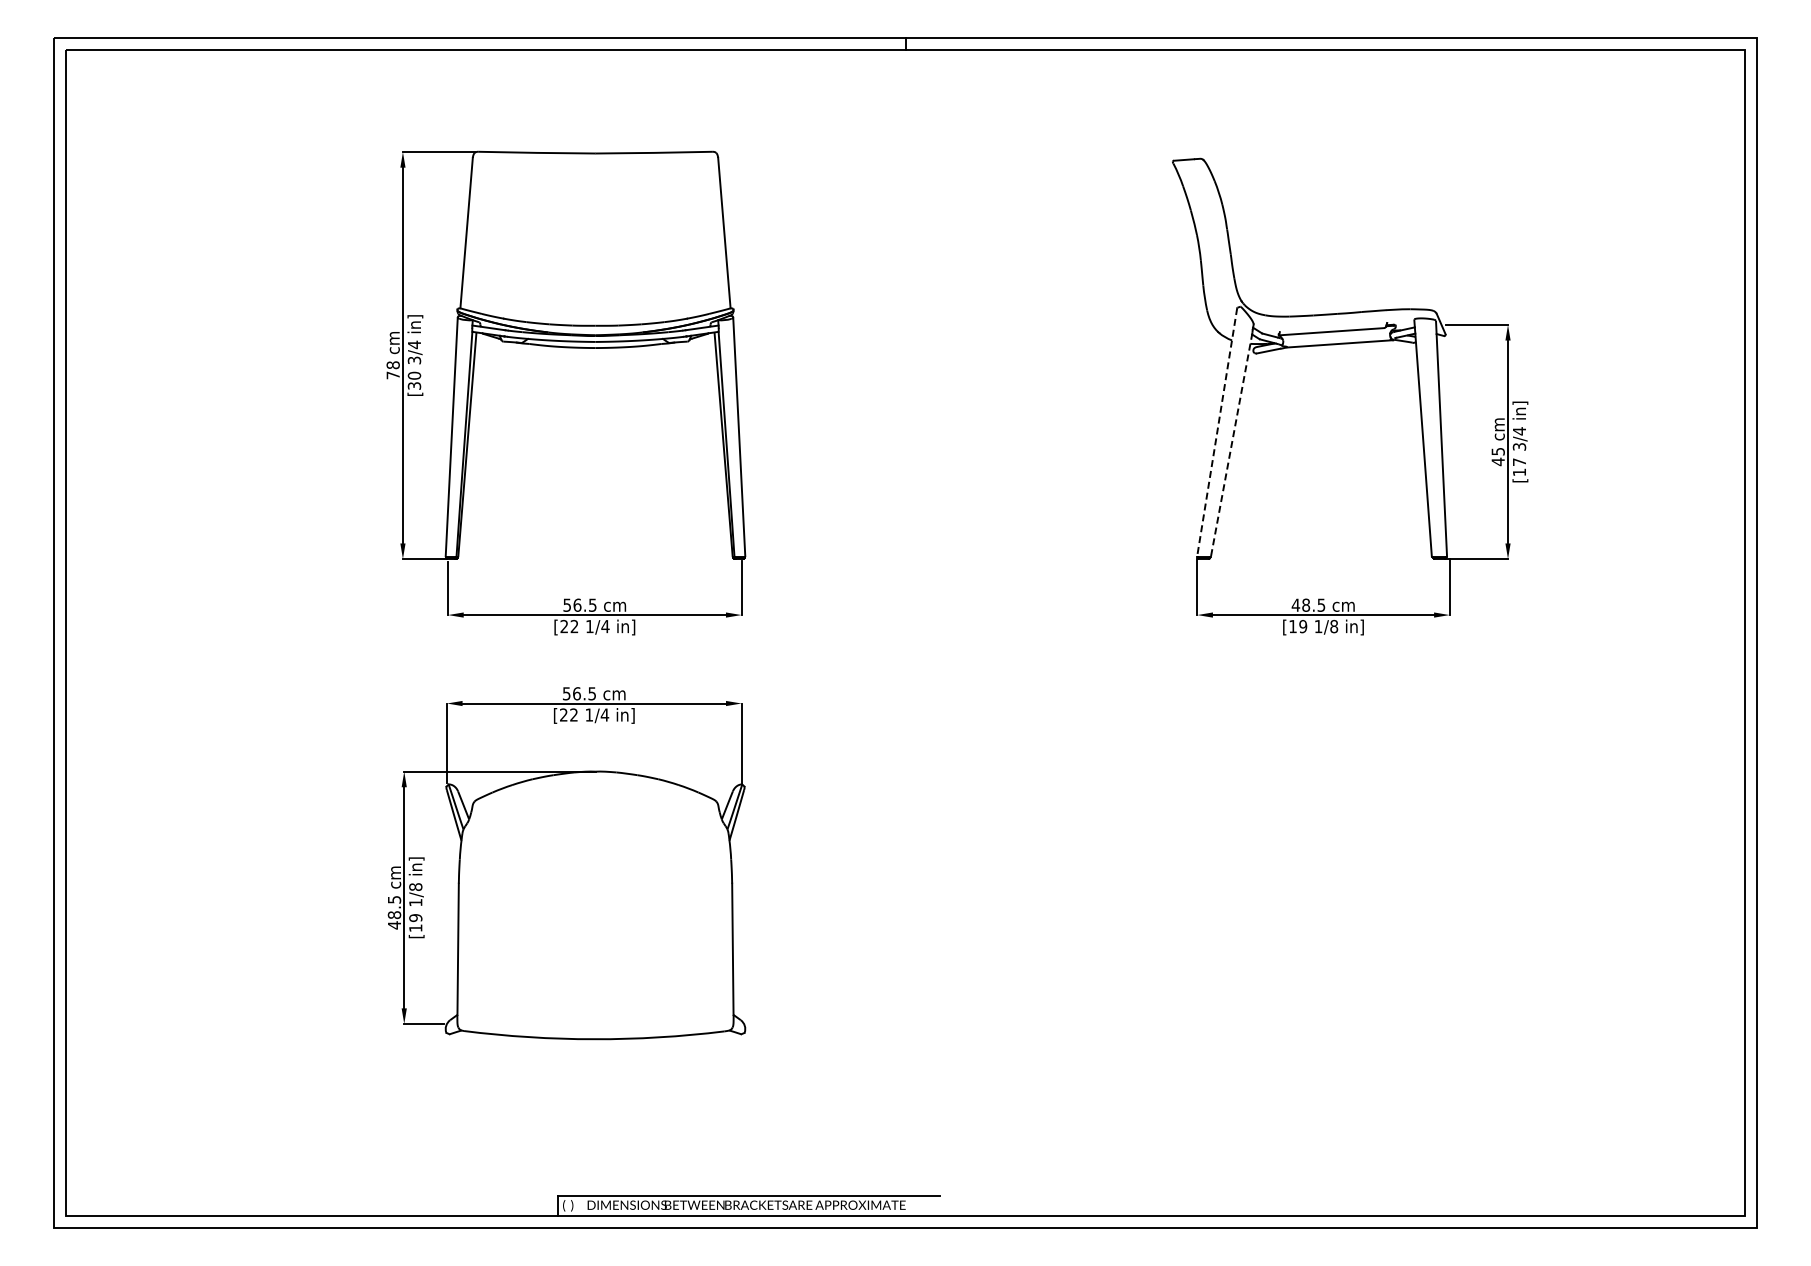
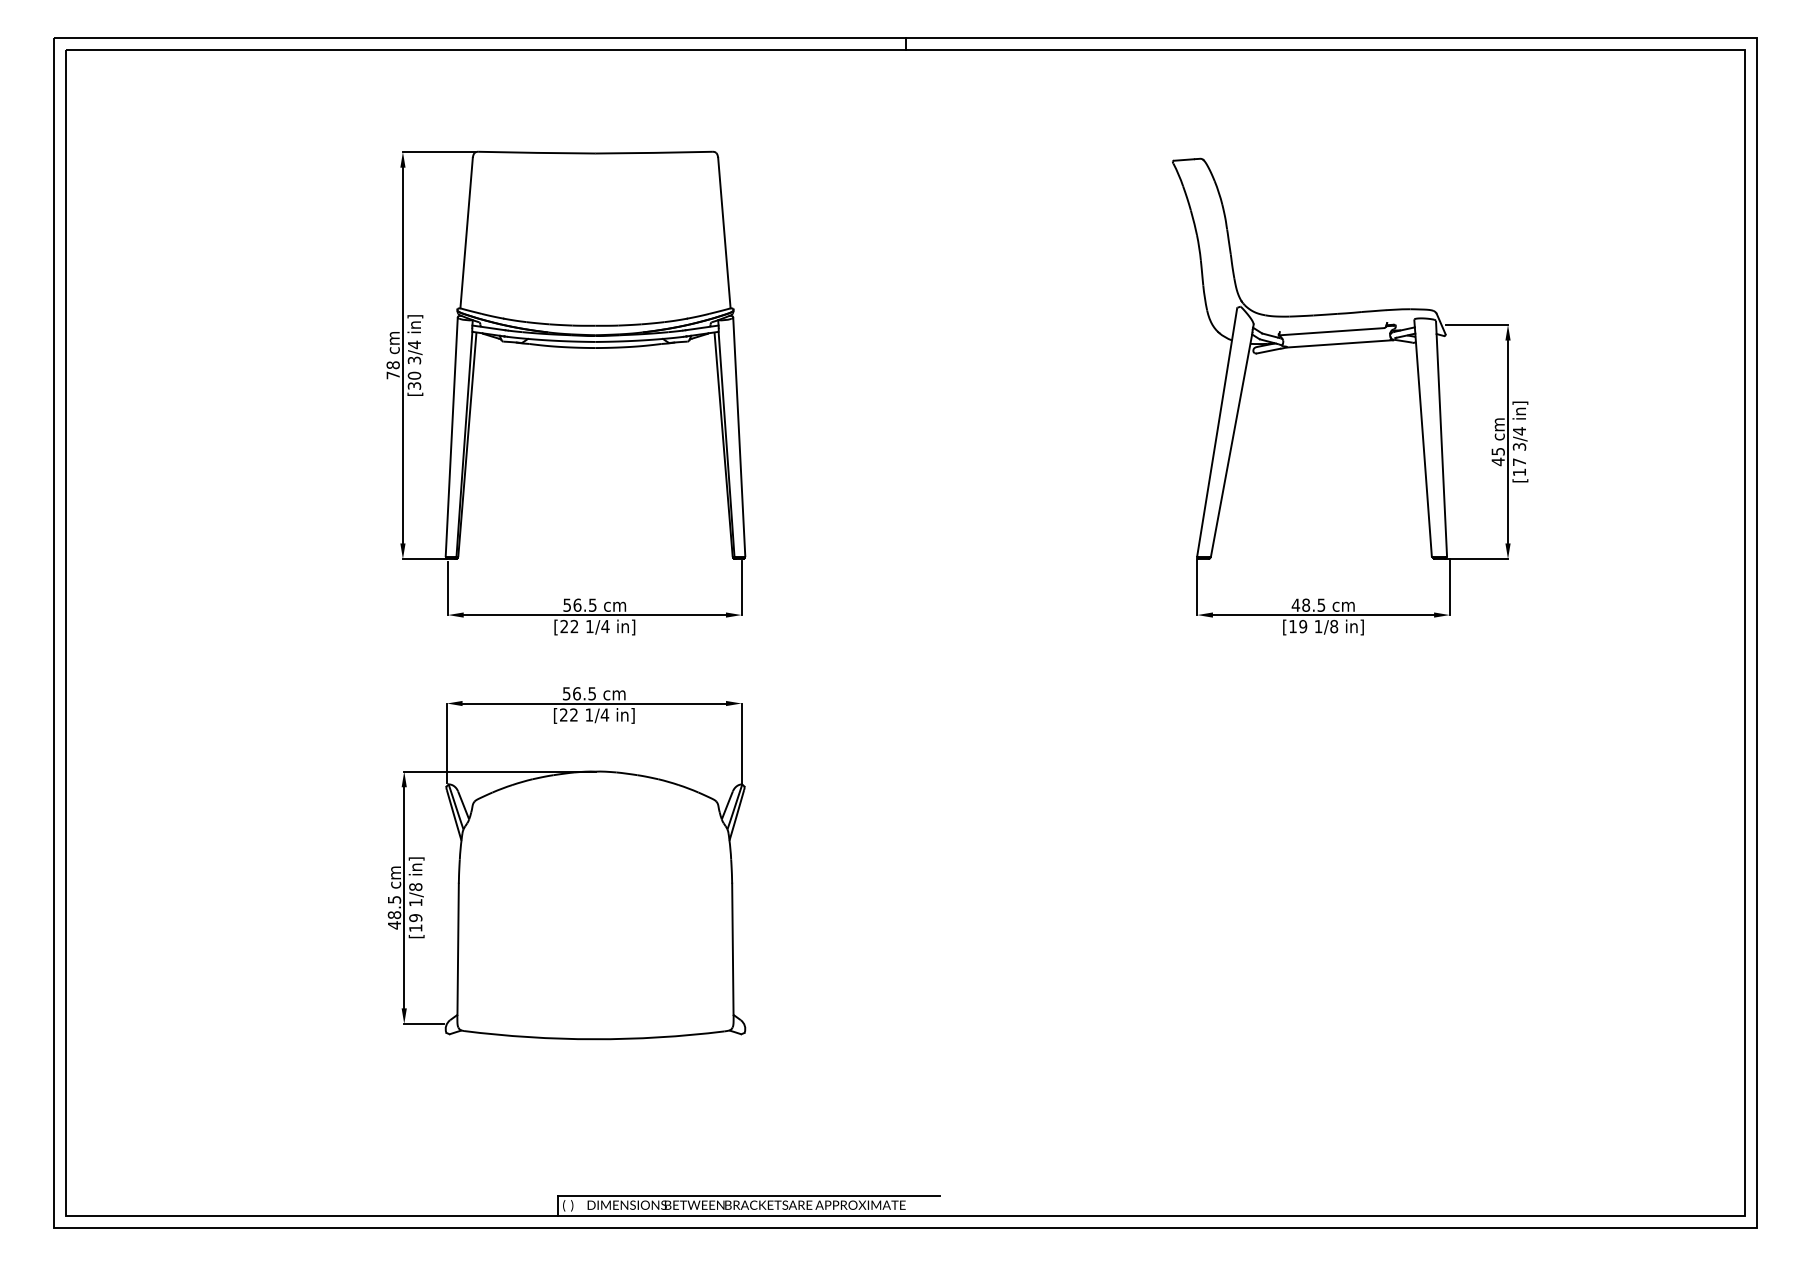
line at (1217, 432): dashed -> solid
line at (1231, 445): dashed -> solid
